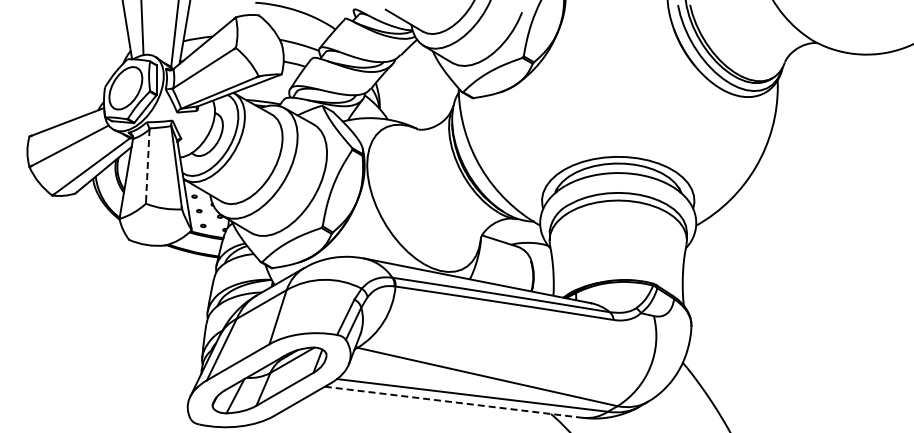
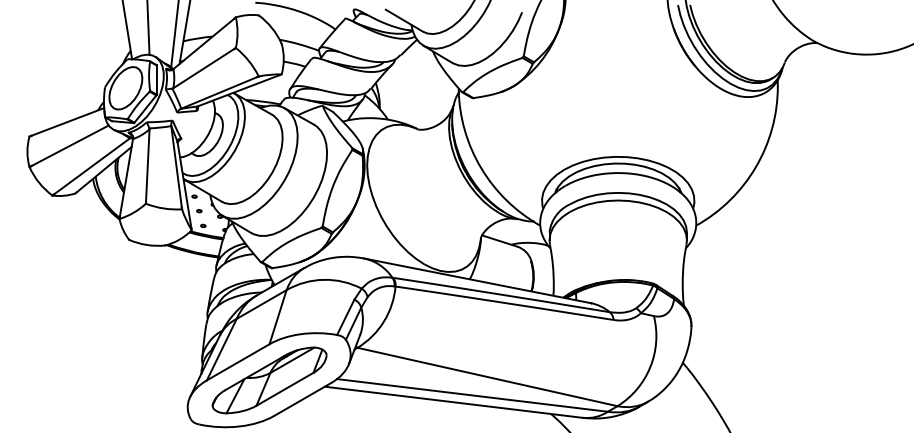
line at (142, 28) position: (142, 28) -> (148, 28)
line at (147, 165): dashed -> solid
line at (454, 402): dashed -> solid
